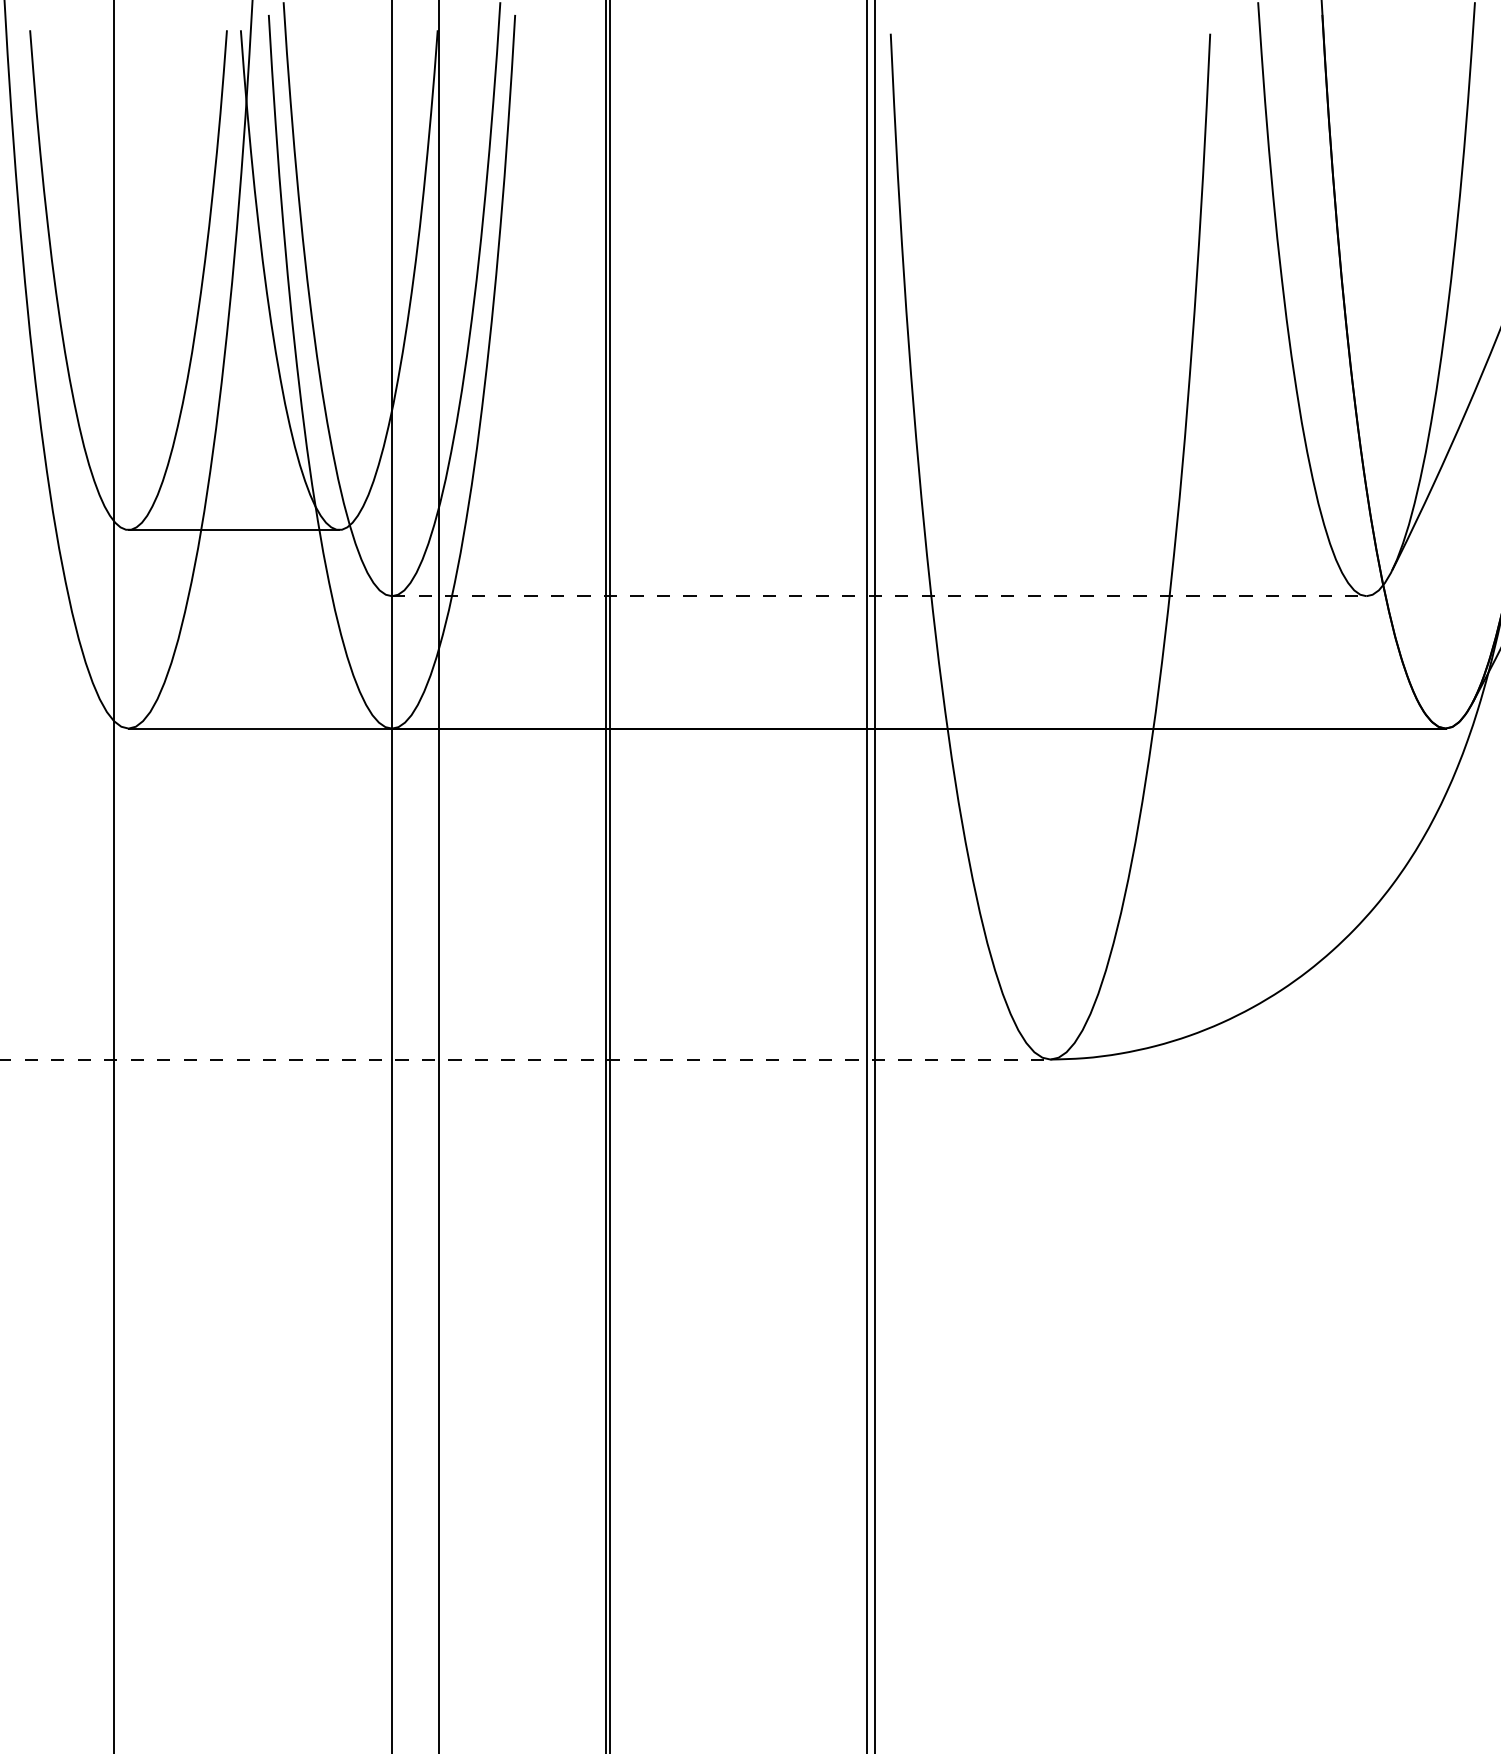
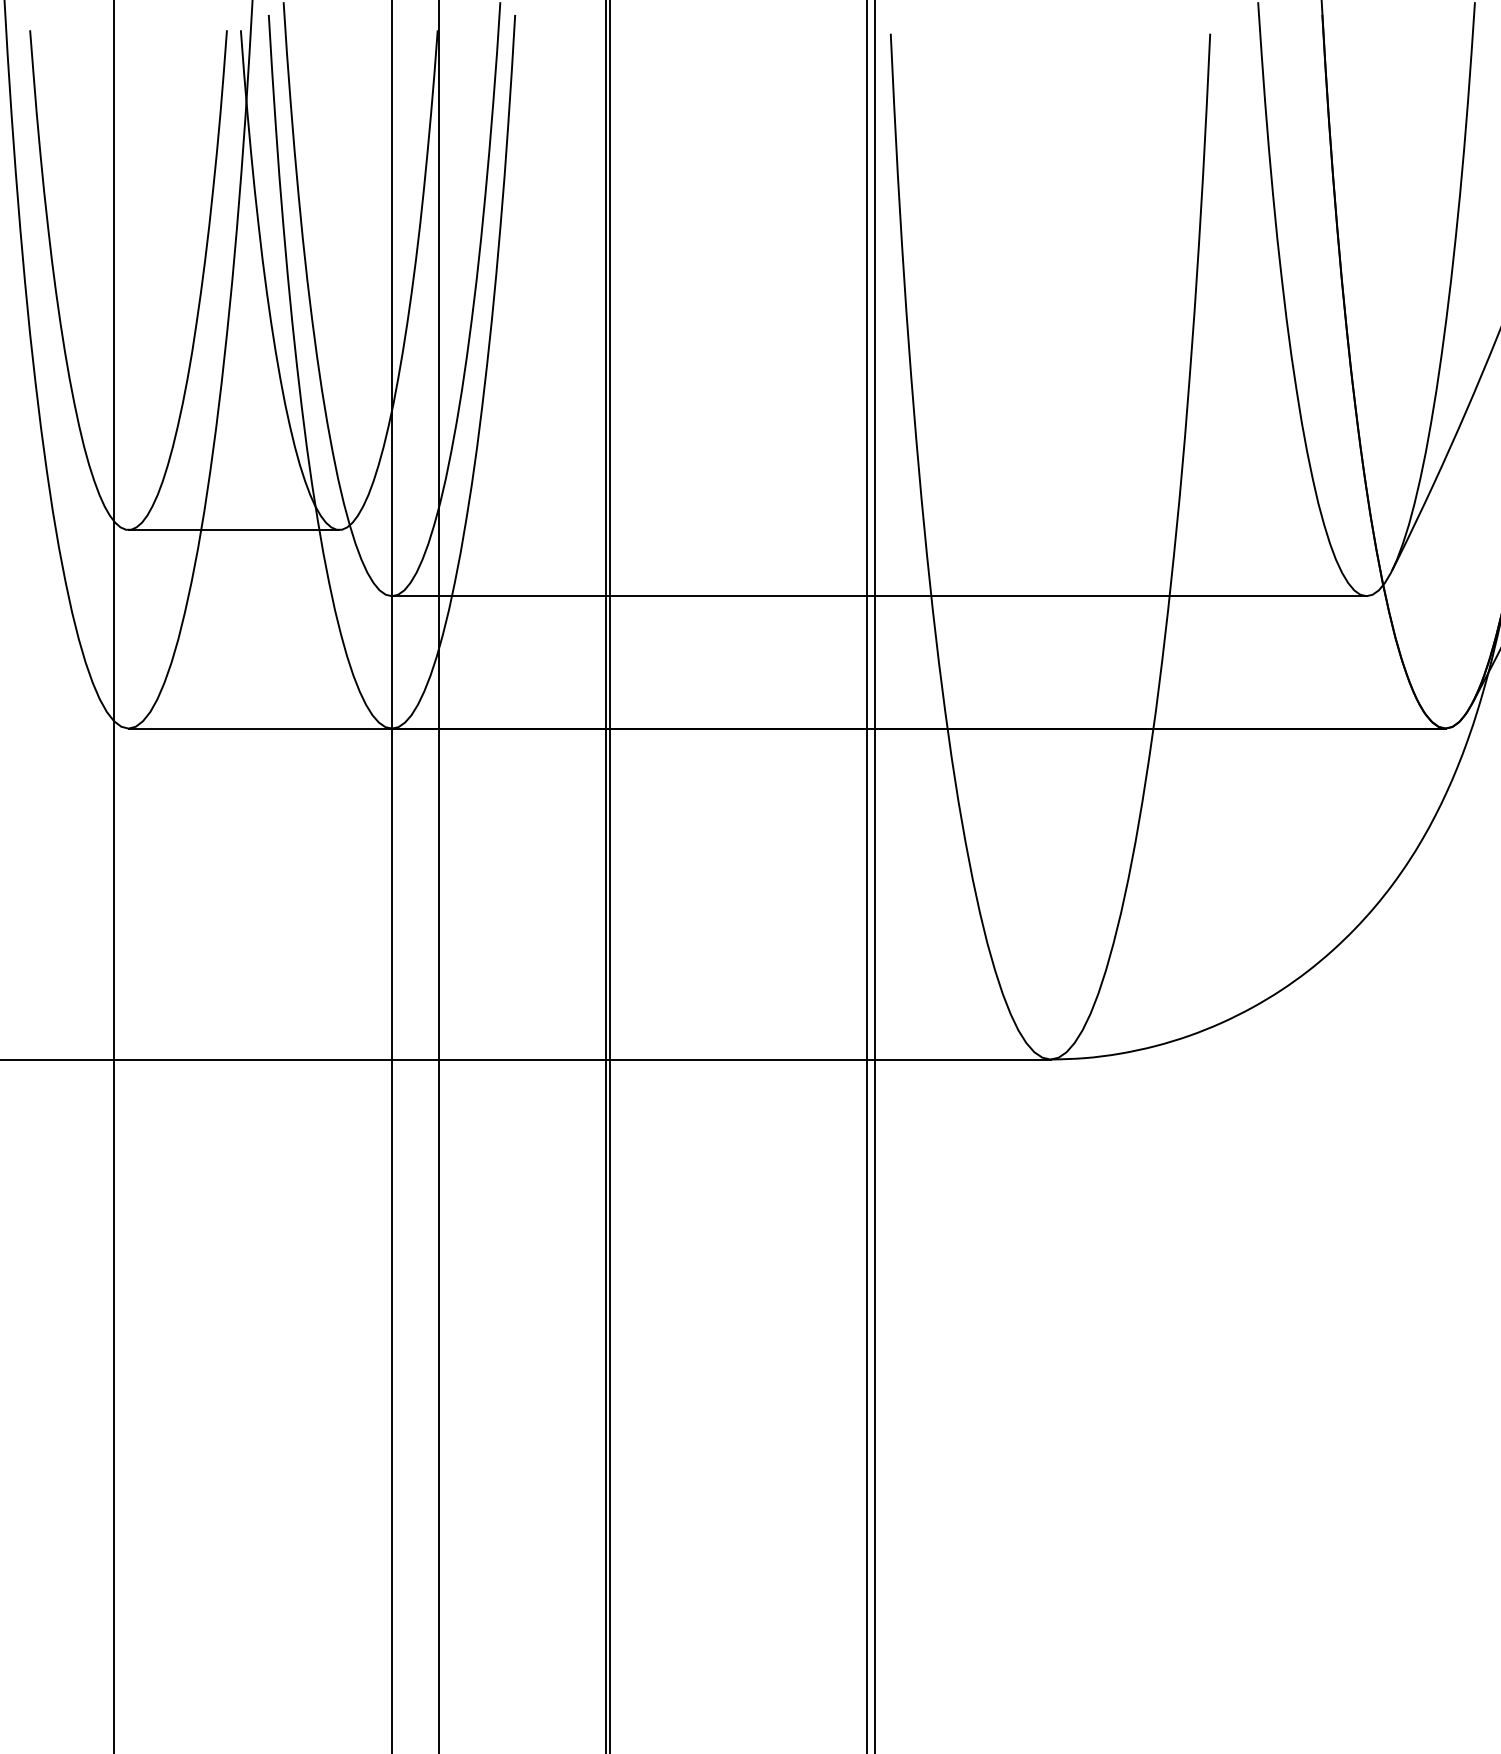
line at (879, 596): dashed -> solid
line at (525, 1059): dashed -> solid
